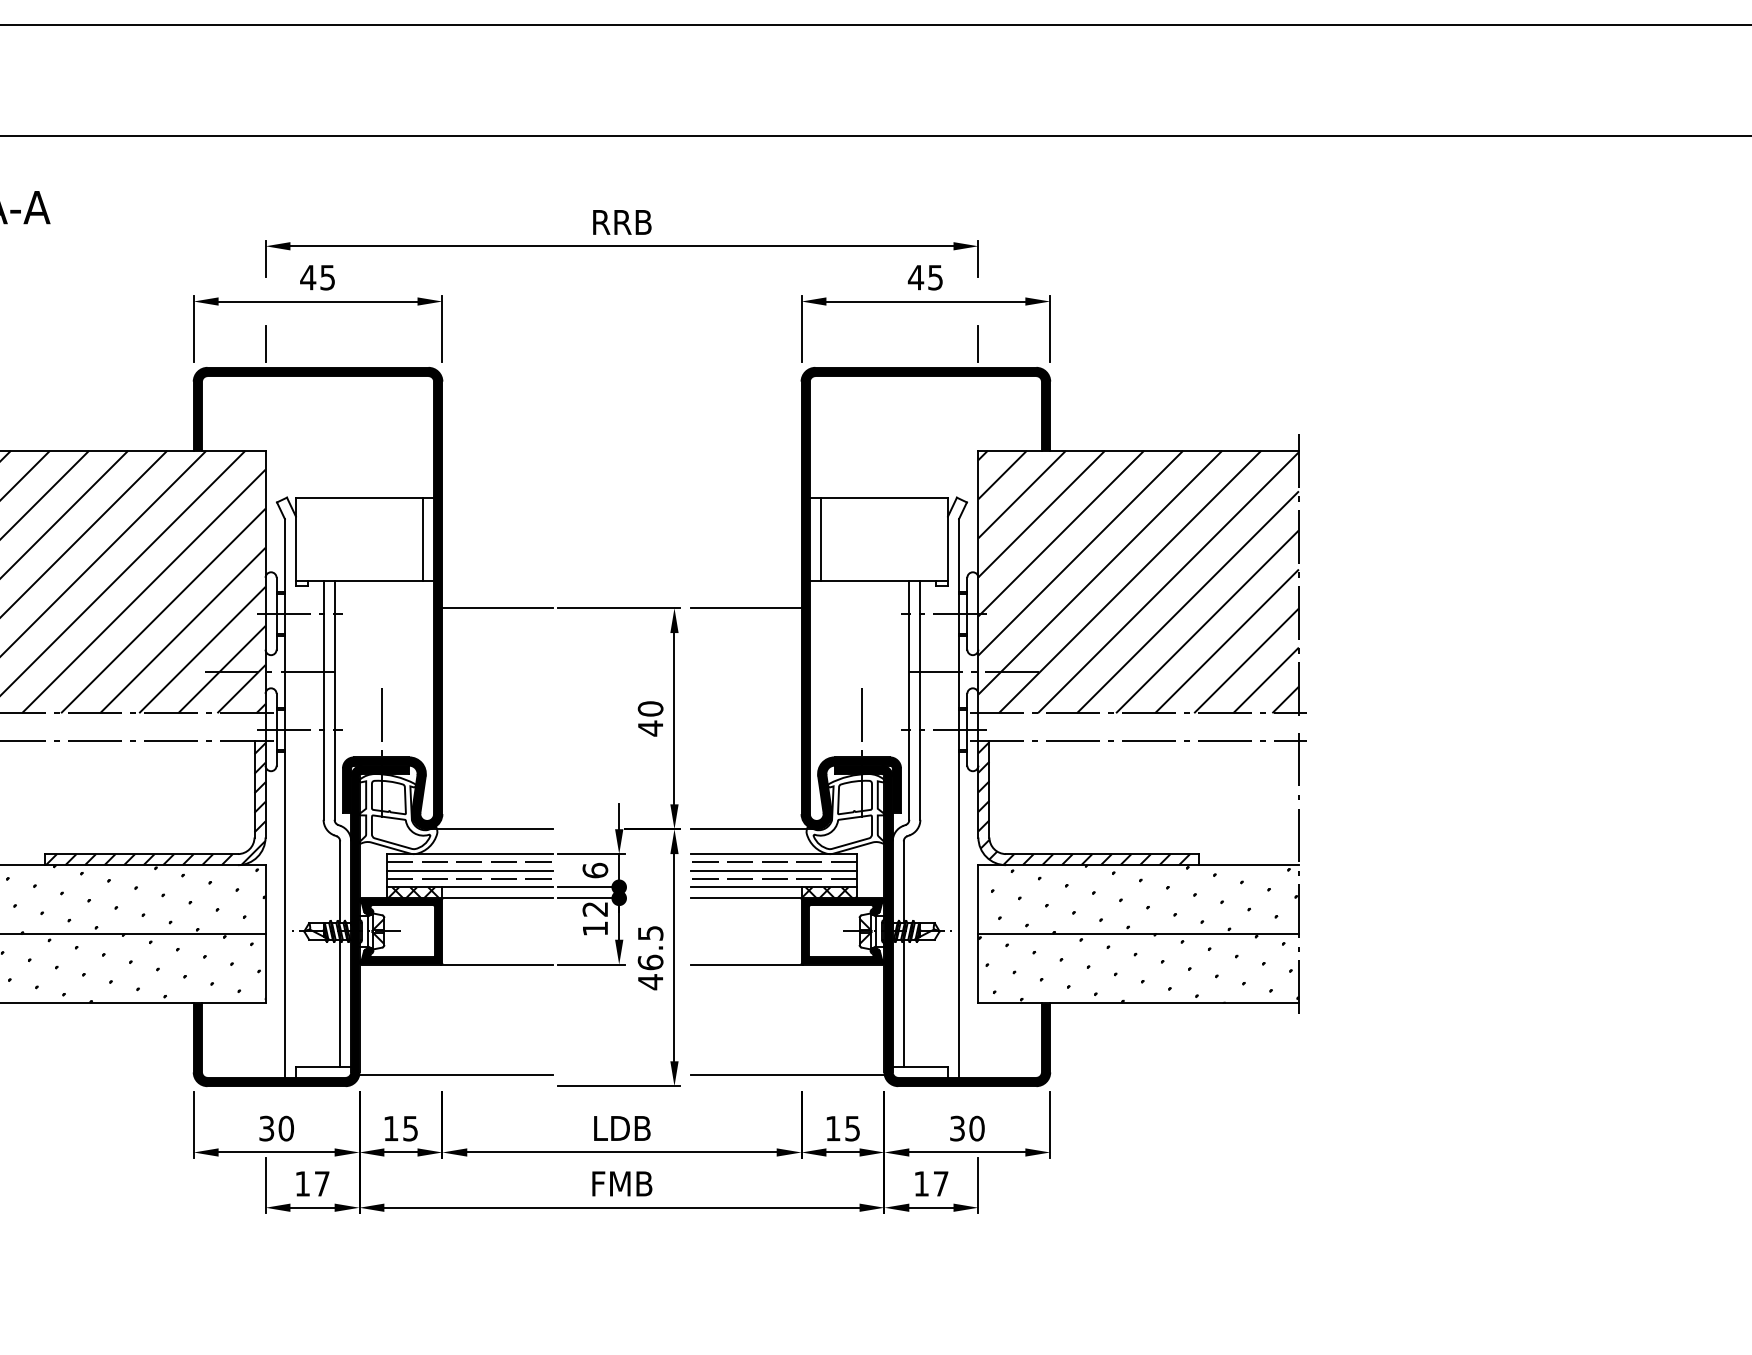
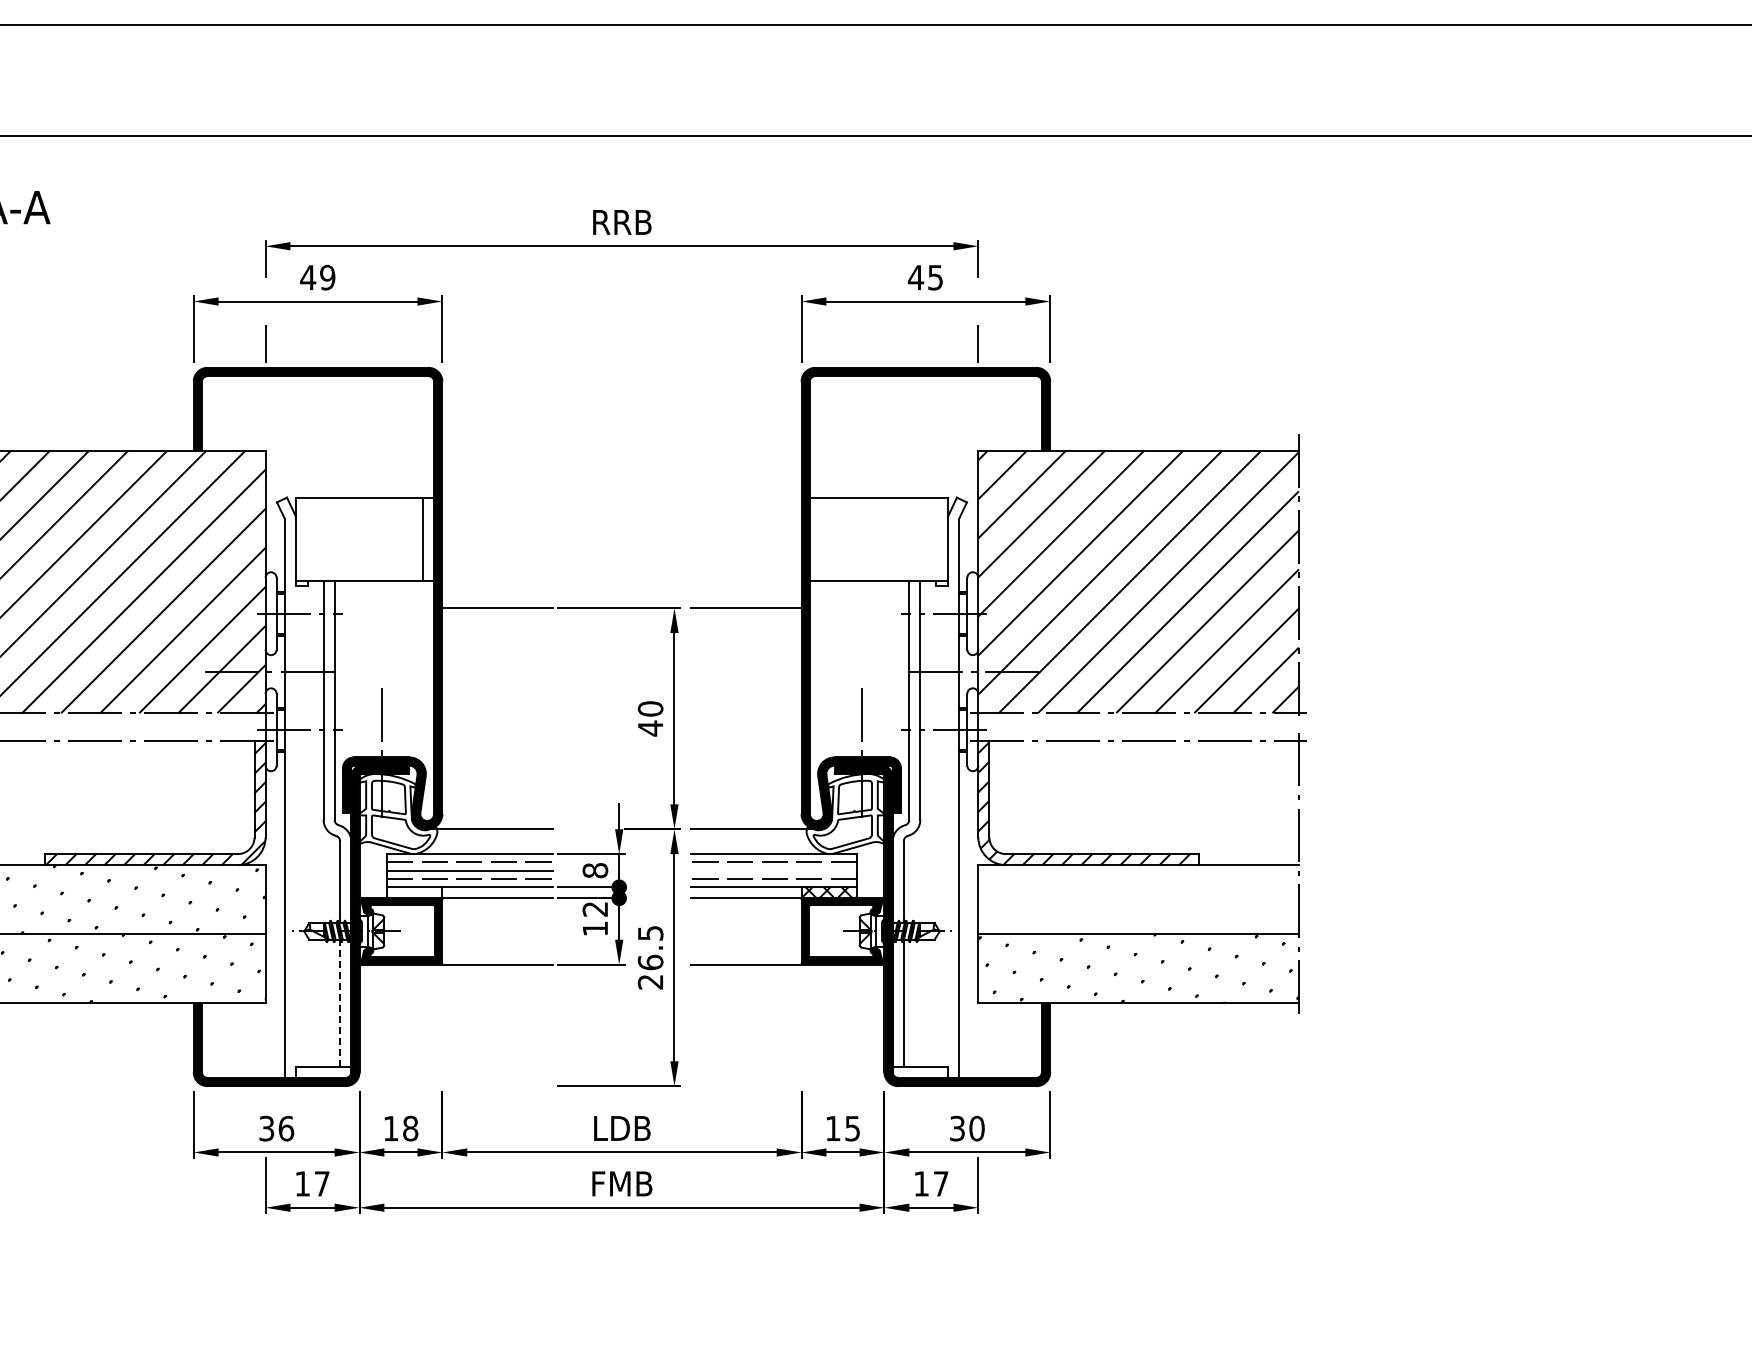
text at (327, 277): 45 -> 49
line at (820, 538): present -> none
text at (595, 870): 6 -> 8
line at (773, 870): present -> none
hatch at (415, 892): present -> none
hatch at (1140, 899): present -> none
text at (649, 982): 46.5 -> 26.5
line at (340, 1002): solid -> dashed
line at (455, 1075): present -> none
line at (787, 1075): present -> none
text at (286, 1128): 30 -> 36
text at (410, 1128): 15 -> 18
